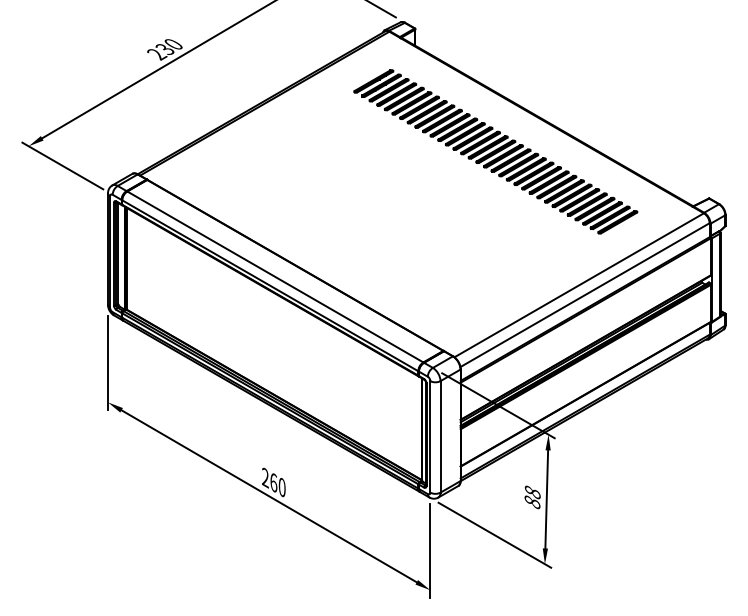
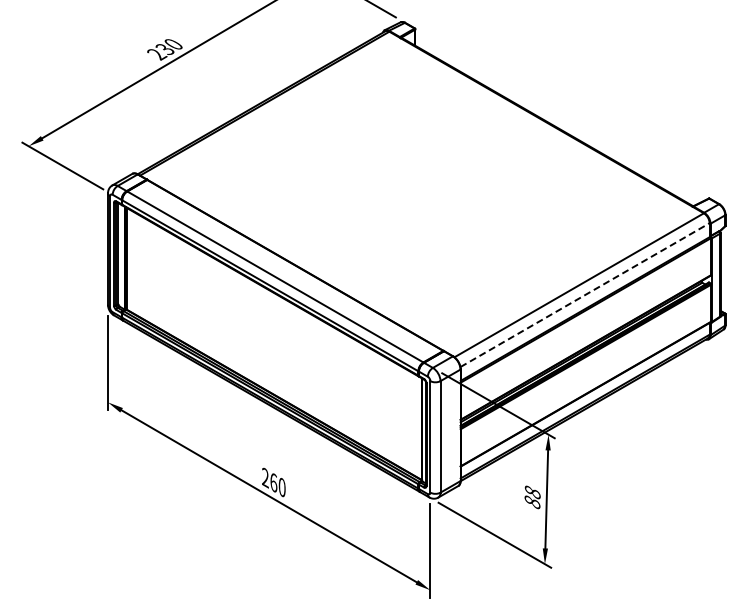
part at (495, 151): present -> none
line at (585, 295): solid -> dashed
